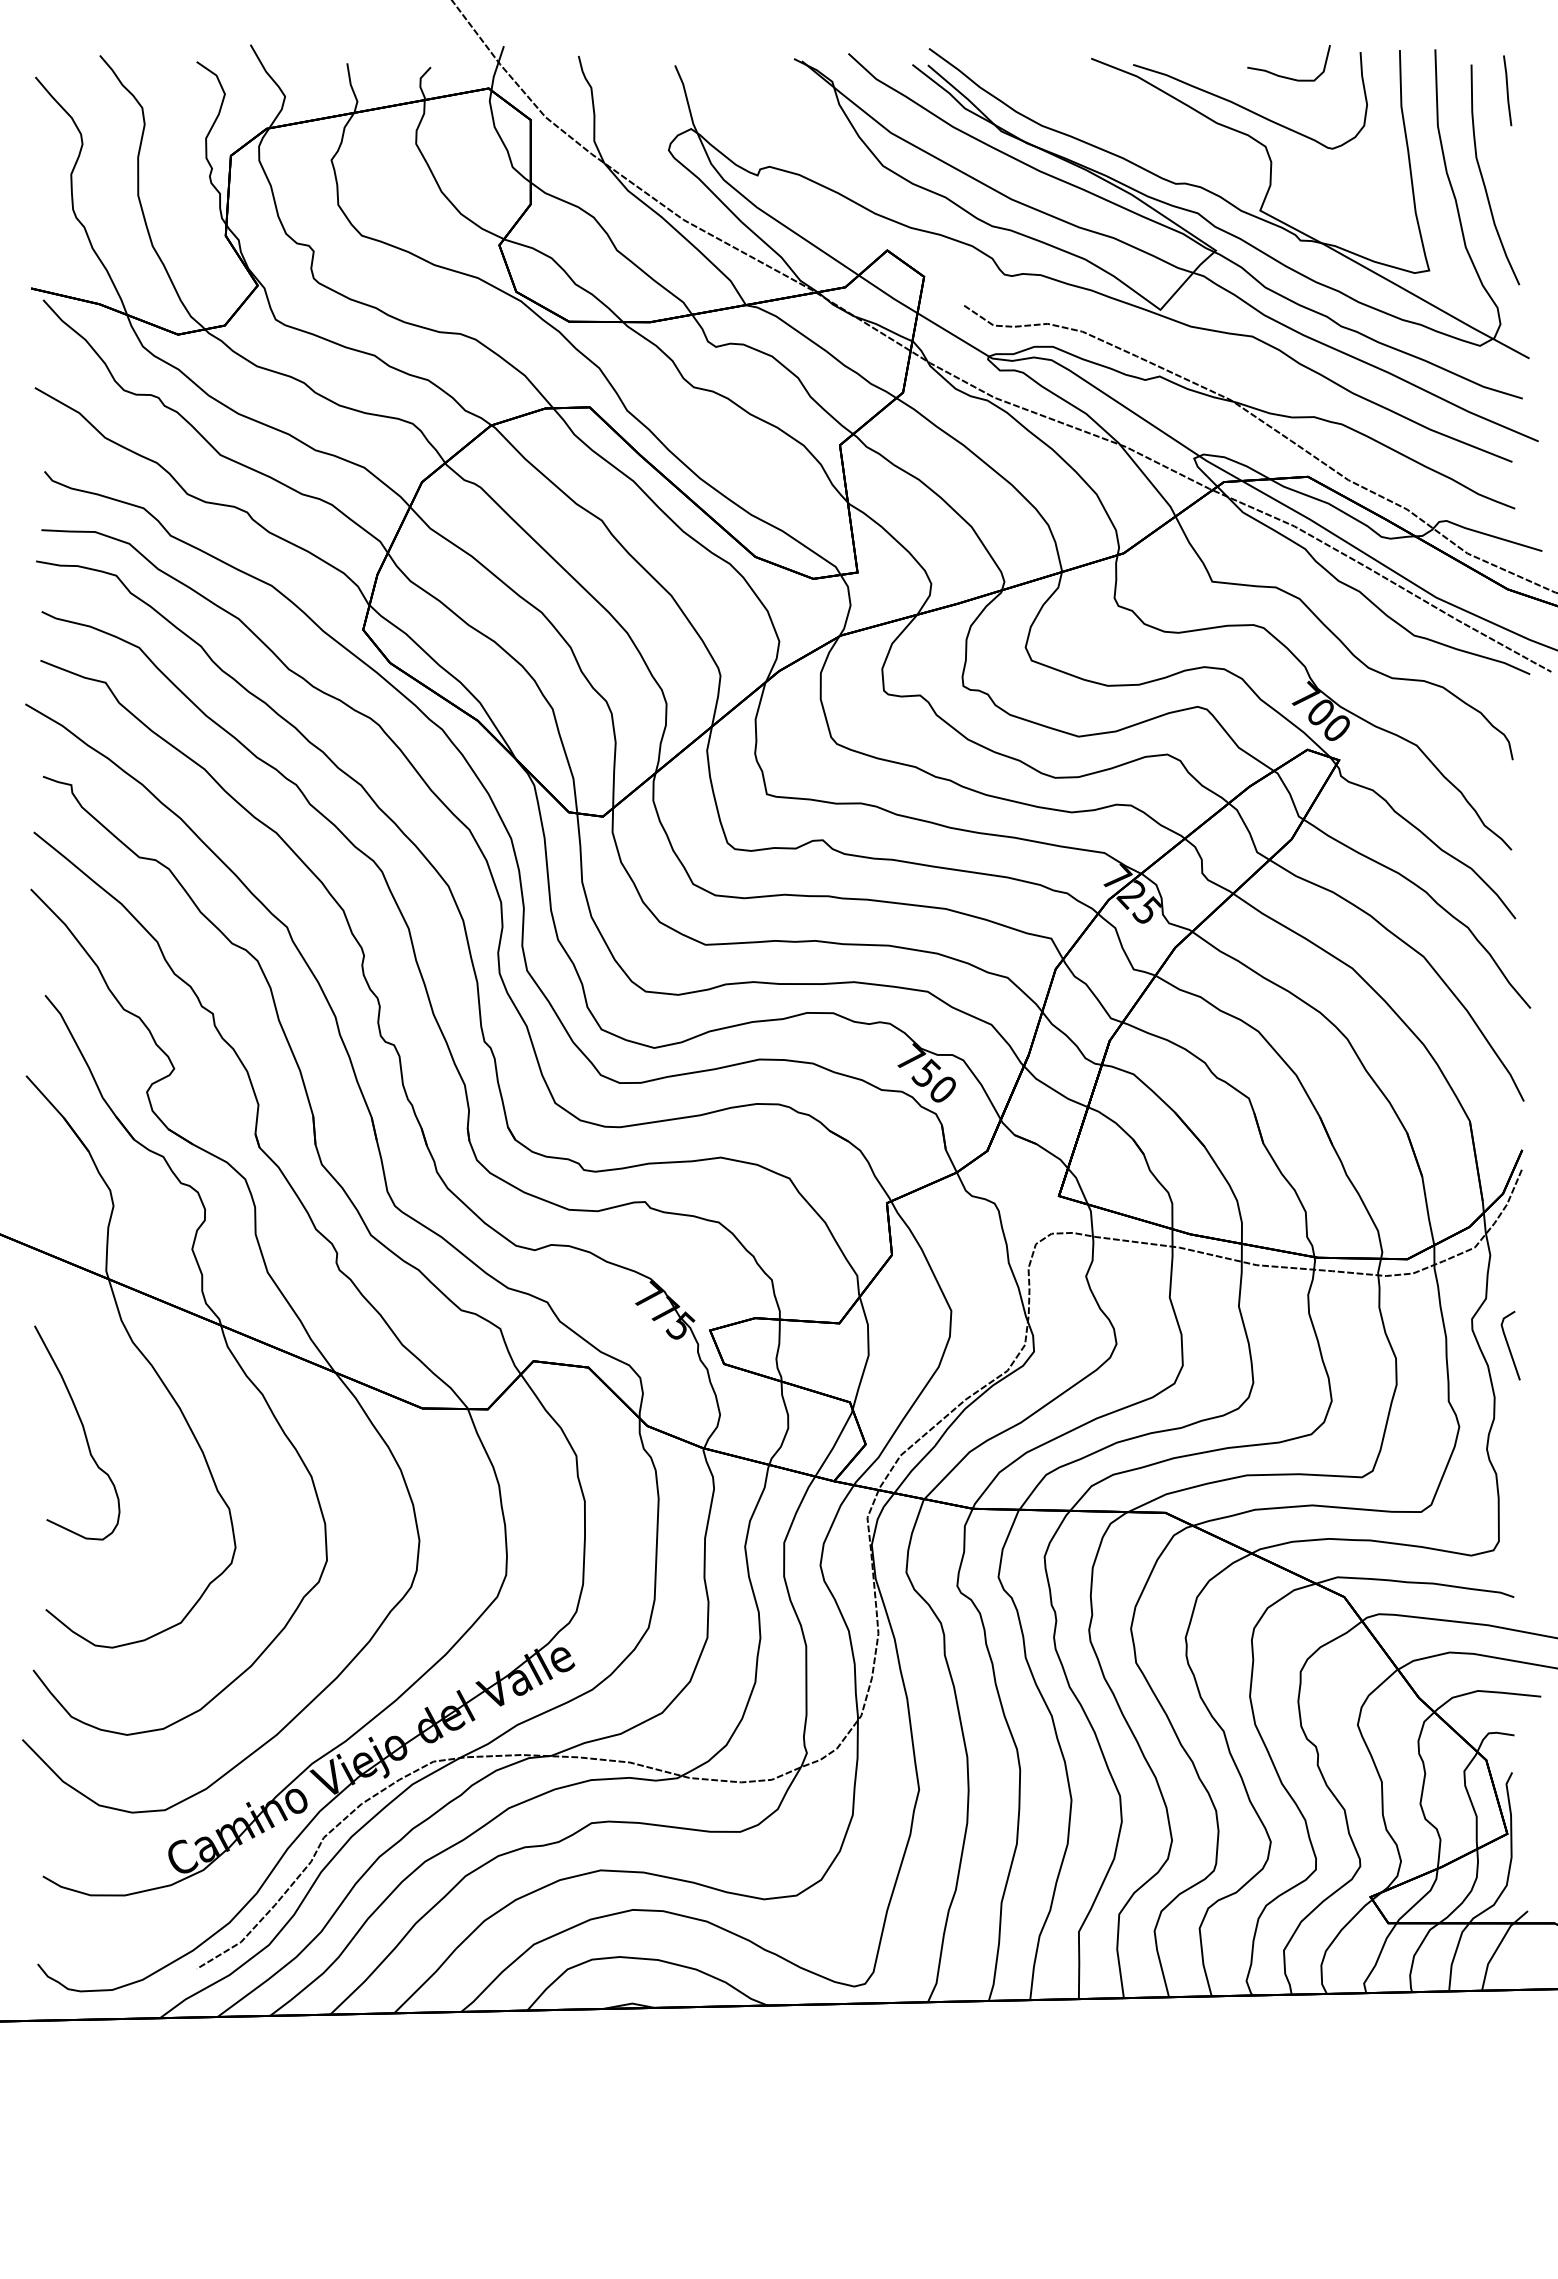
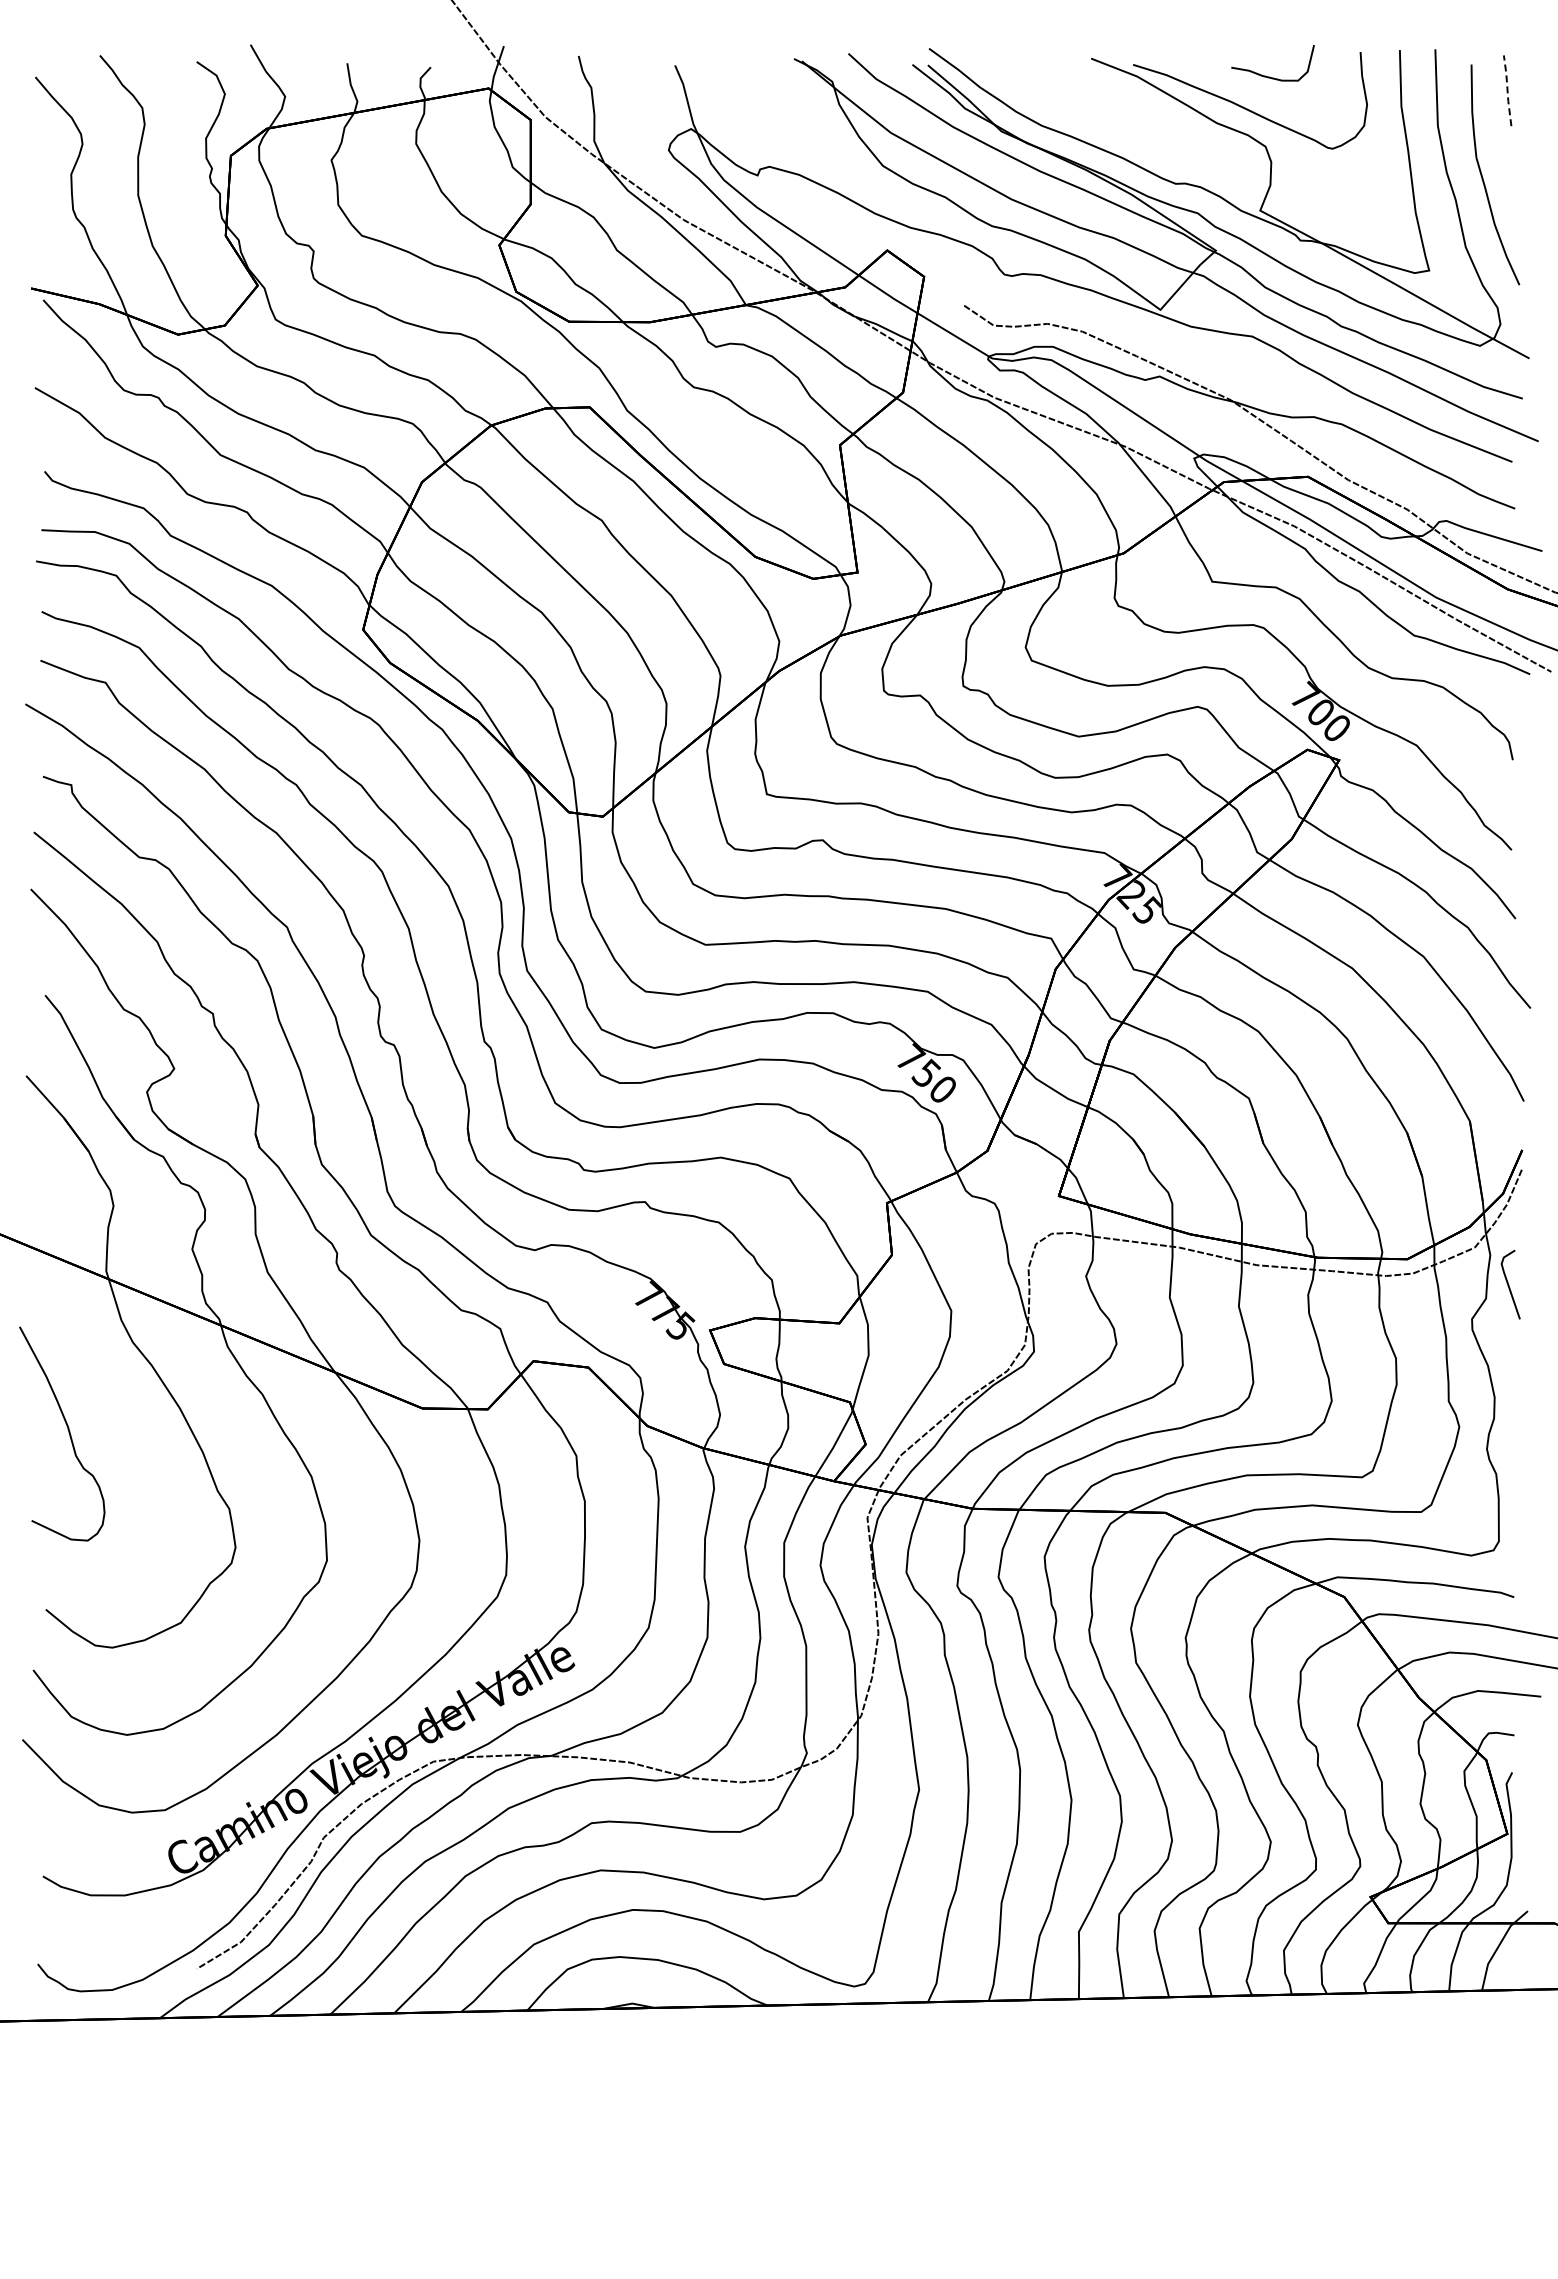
curve at (1286, 76) position: (1286, 76) -> (1270, 76)
line at (1507, 90): solid -> dashed
line at (1509, 1345) position: (1509, 1345) -> (1509, 1284)
curve at (83, 1432) position: (83, 1432) -> (68, 1433)
